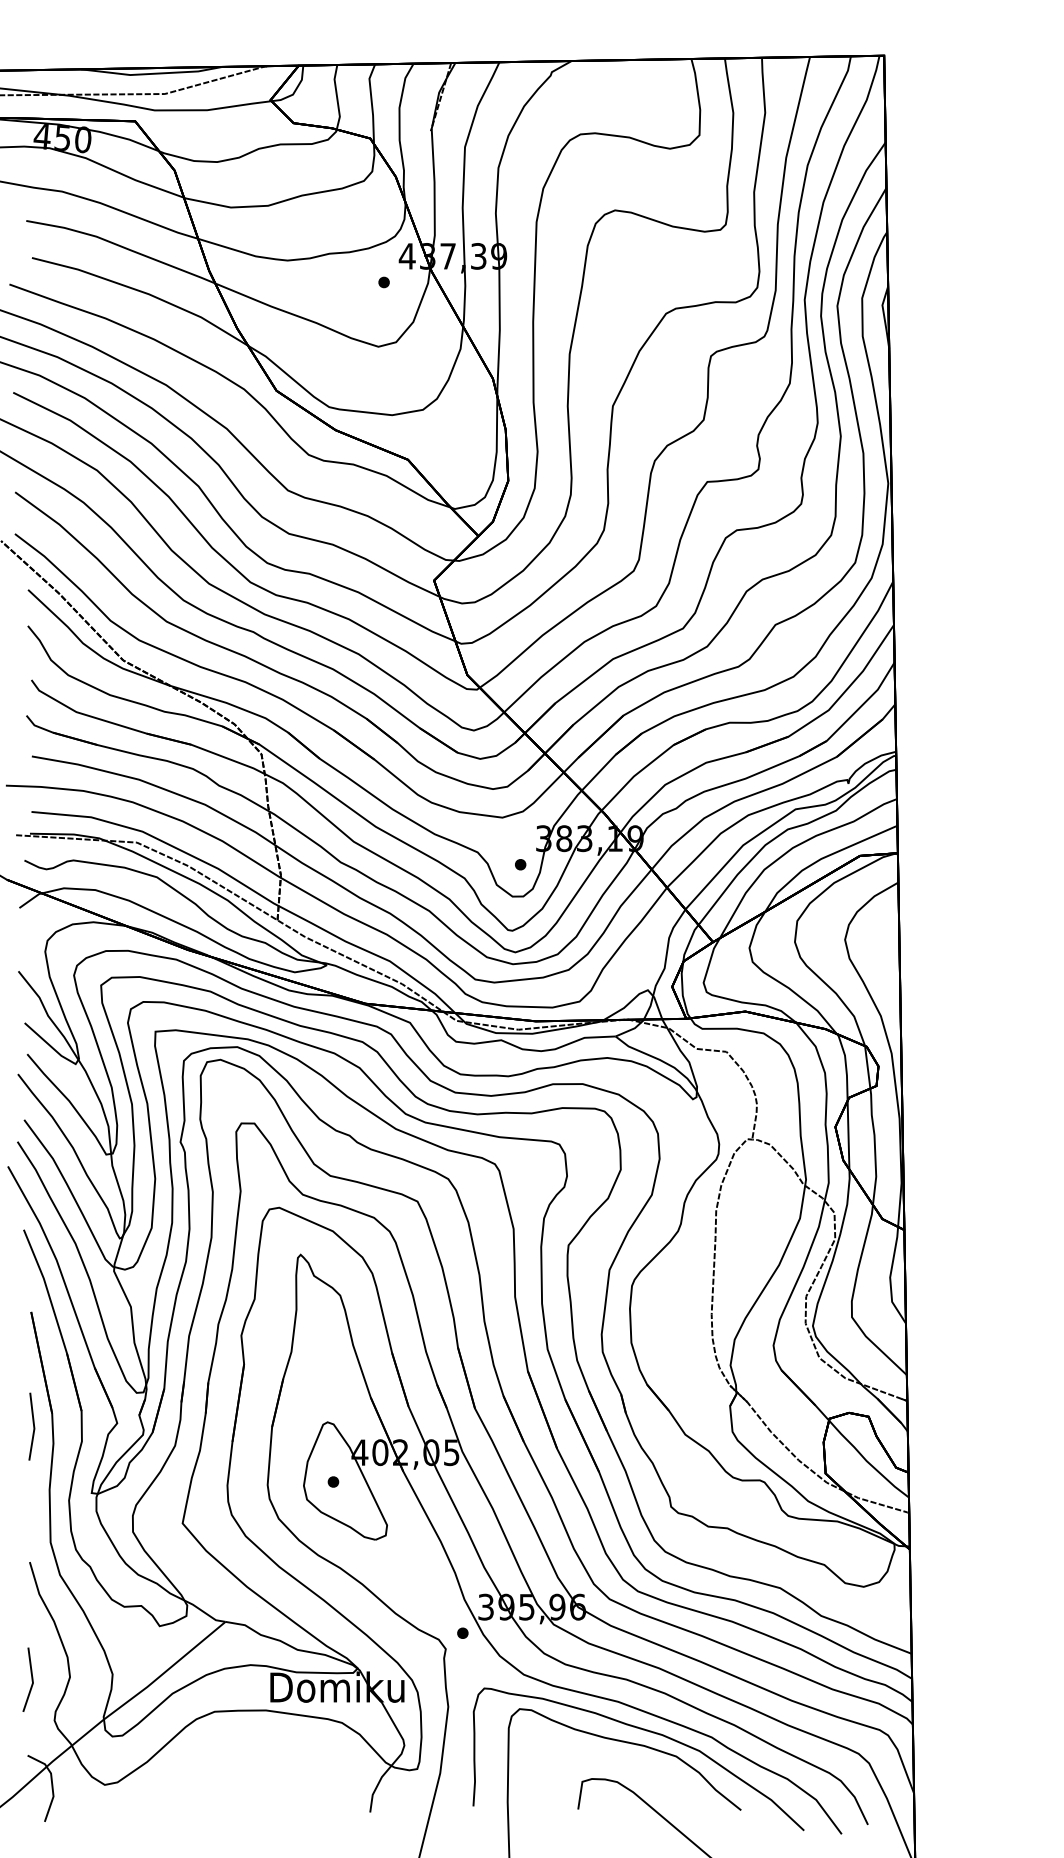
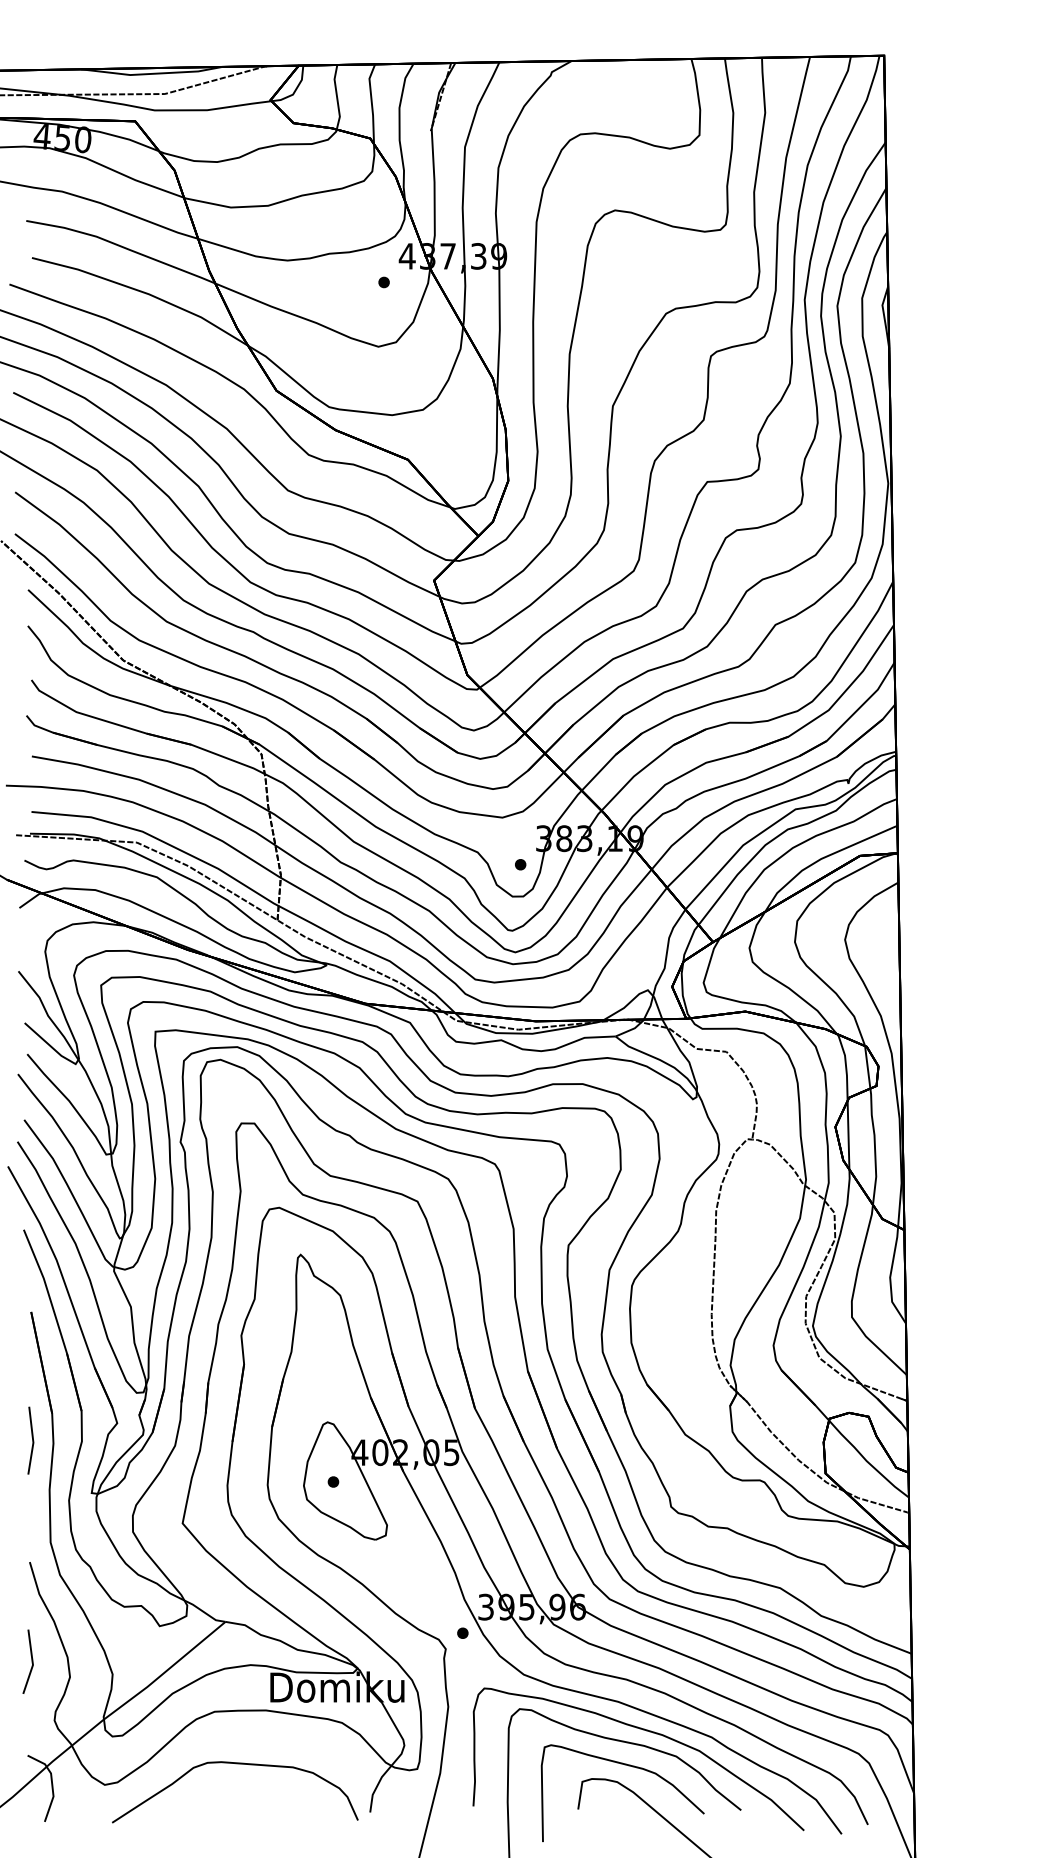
line at (33, 1426) position: (33, 1426) -> (32, 1440)
line at (31, 1679) position: (31, 1679) -> (31, 1661)
curve at (235, 1764): none -> present
curve at (628, 1766): none -> present
